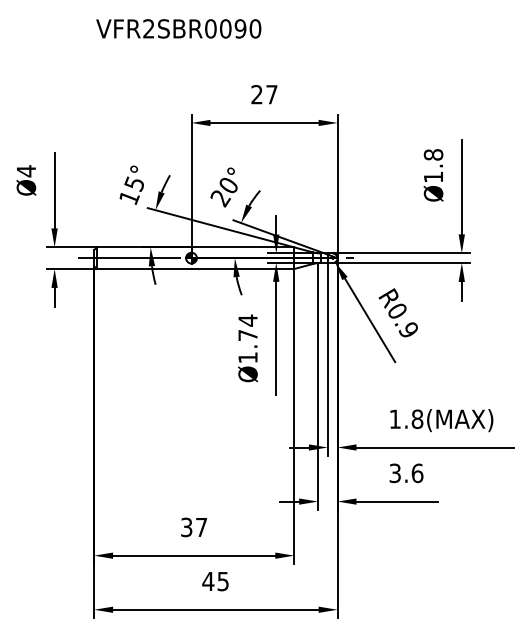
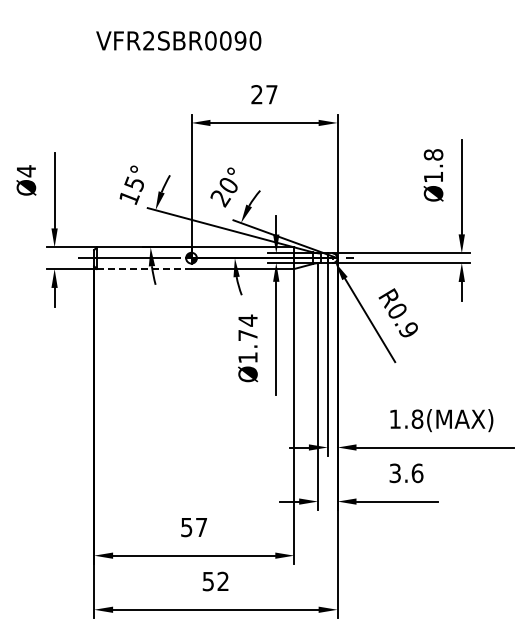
text at (178, 28) position: (178, 28) -> (178, 40)
line at (144, 269): solid -> dashed
text at (186, 526): 37 -> 57
text at (215, 581): 45 -> 52
